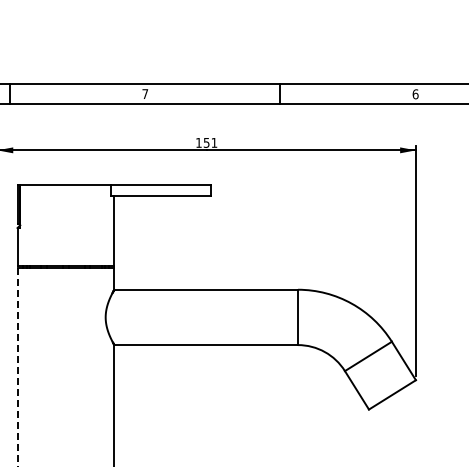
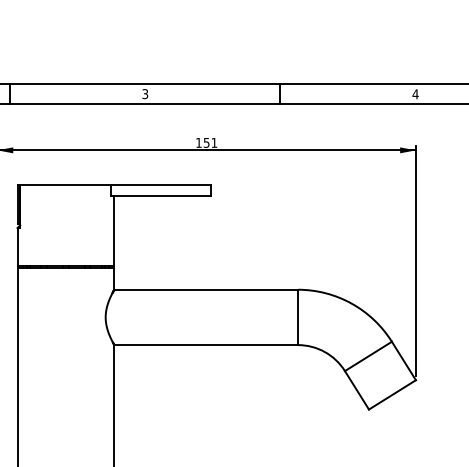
text at (145, 94): 7 -> 3
text at (415, 94): 6 -> 4
line at (17, 366): dashed -> solid
